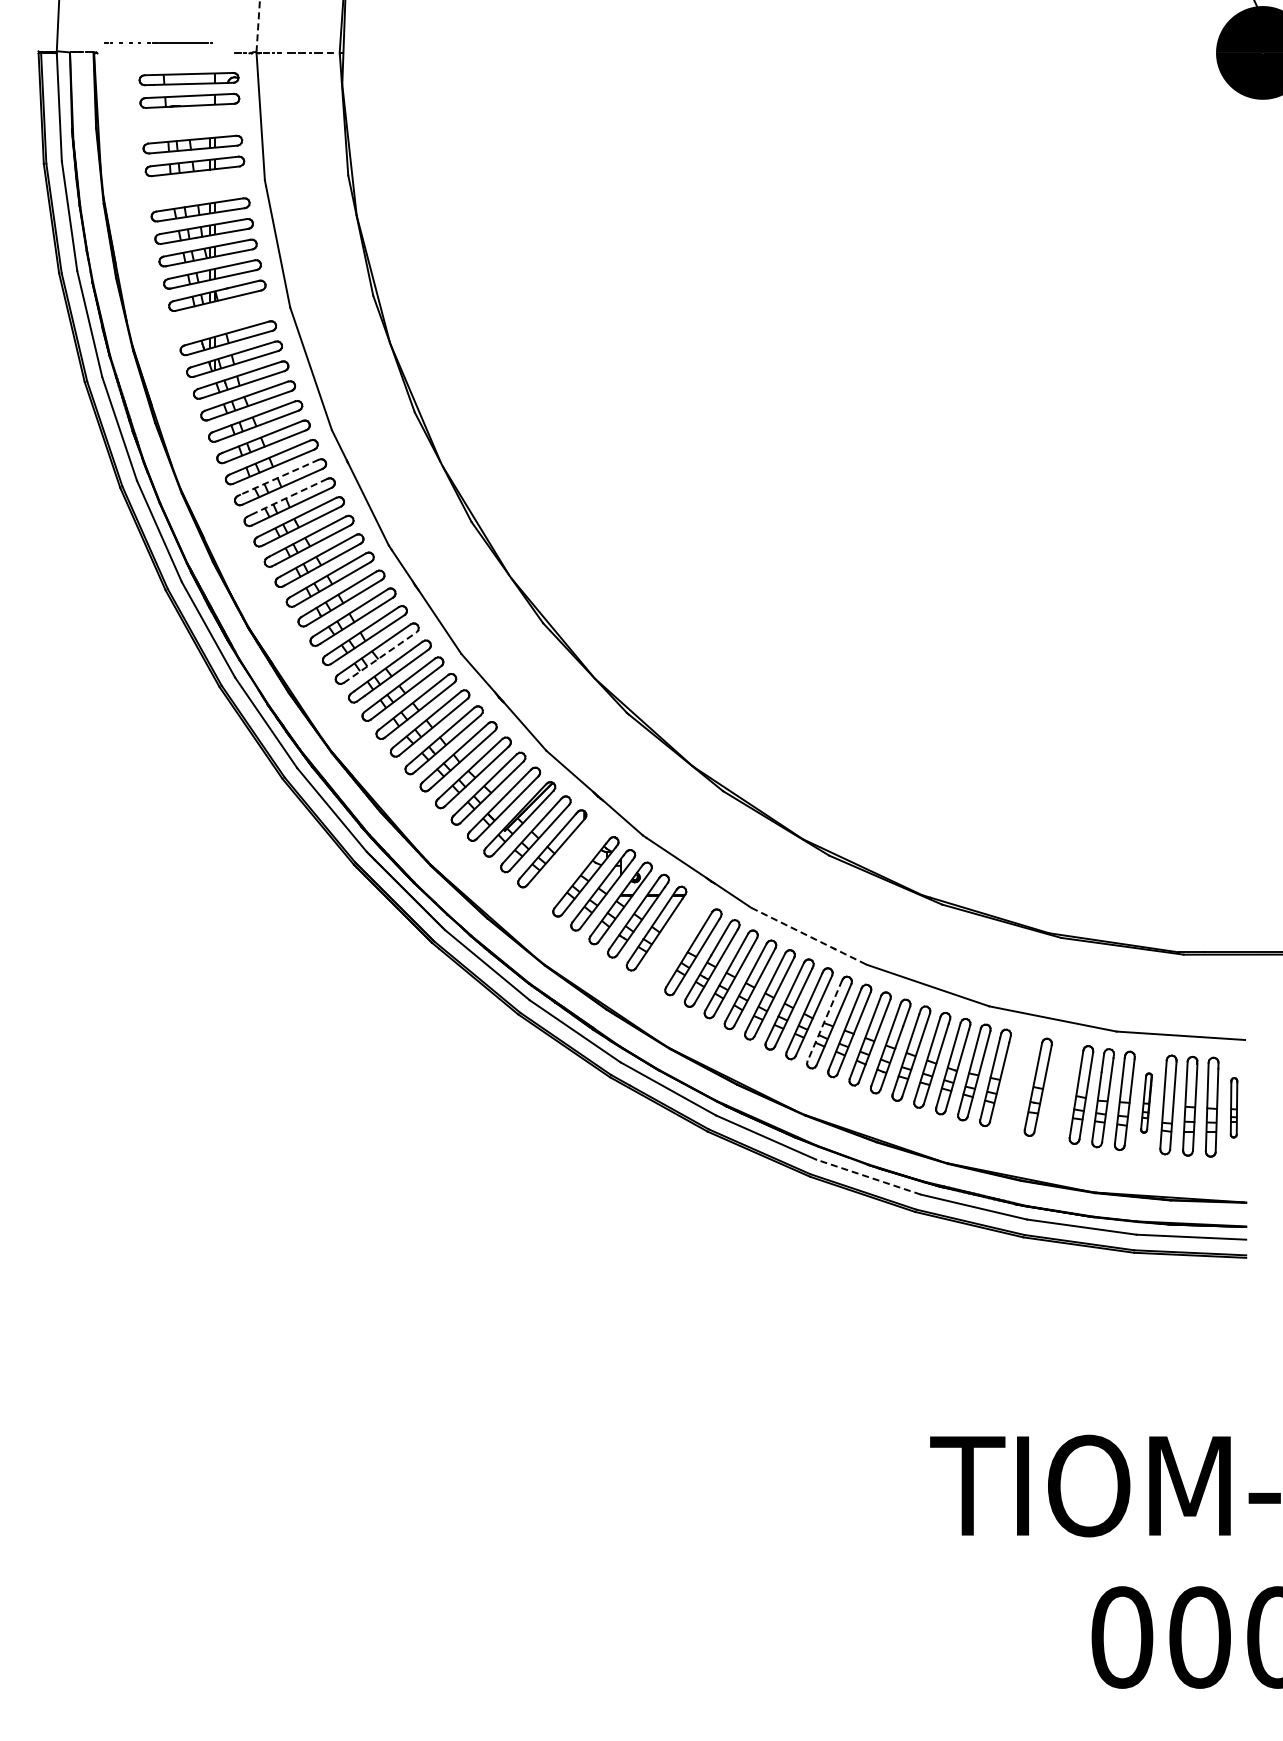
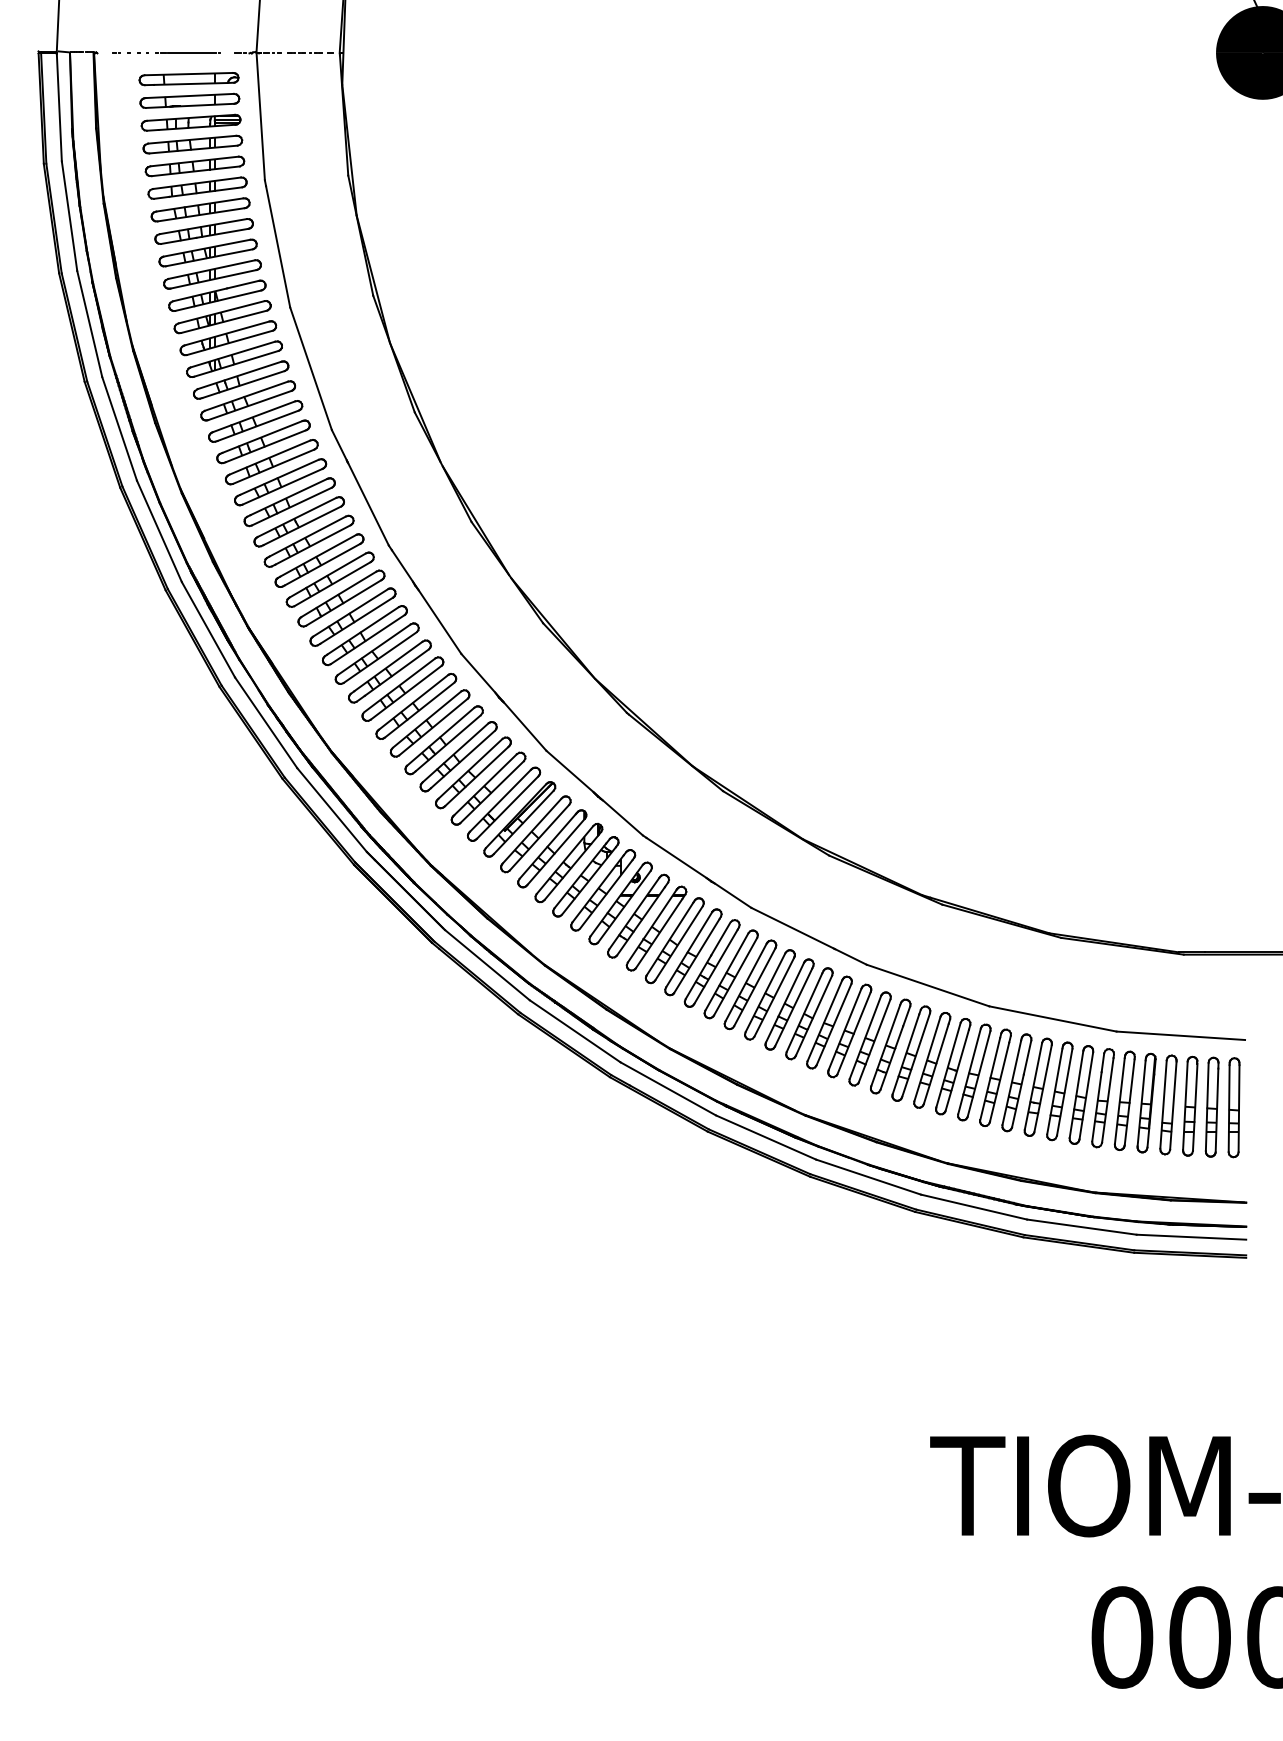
line at (258, 26): dashed -> solid
line at (158, 42) position: (158, 42) -> (166, 52)
part at (190, 122): none -> present
part at (197, 187): none -> present
part at (222, 317): none -> present
line at (279, 477): dashed -> solid
line at (288, 497): dashed -> solid
line at (380, 657): dashed -> solid
part at (568, 862): none -> present
line at (809, 936): dashed -> solid
part at (674, 940): none -> present
line at (824, 1021): dashed -> solid
part at (1016, 1082): none -> present
part at (1059, 1091): none -> present
part at (1146, 1102) size: 13x62 px -> 21x102 px
part at (1233, 1107) size: 10x62 px -> 14x102 px
line at (868, 1176): dashed -> solid
